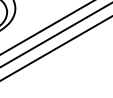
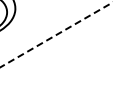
line at (46, 27): present -> none
line at (56, 35): solid -> dashed
line at (55, 48): present -> none
